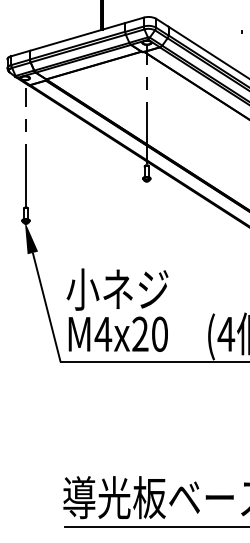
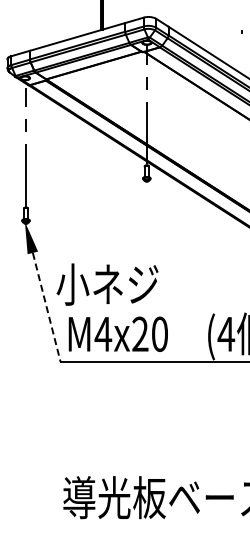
text at (117, 289) position: (117, 289) -> (107, 284)
line at (46, 308): solid -> dashed
line at (155, 526): present -> none
